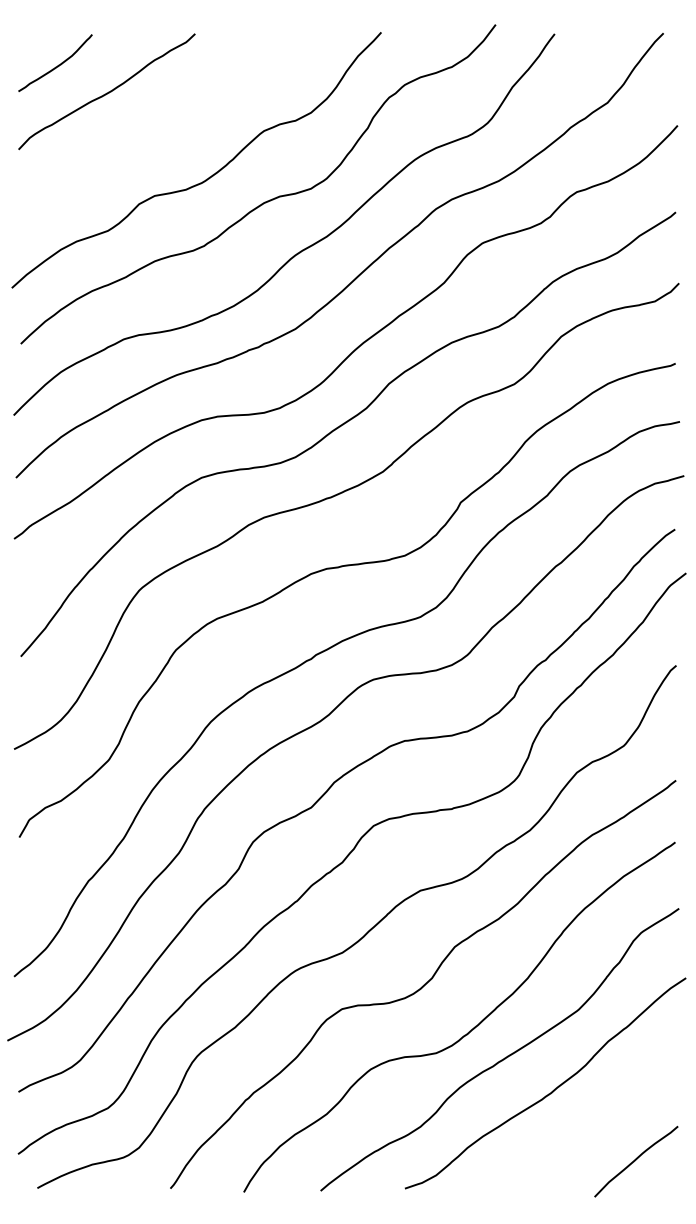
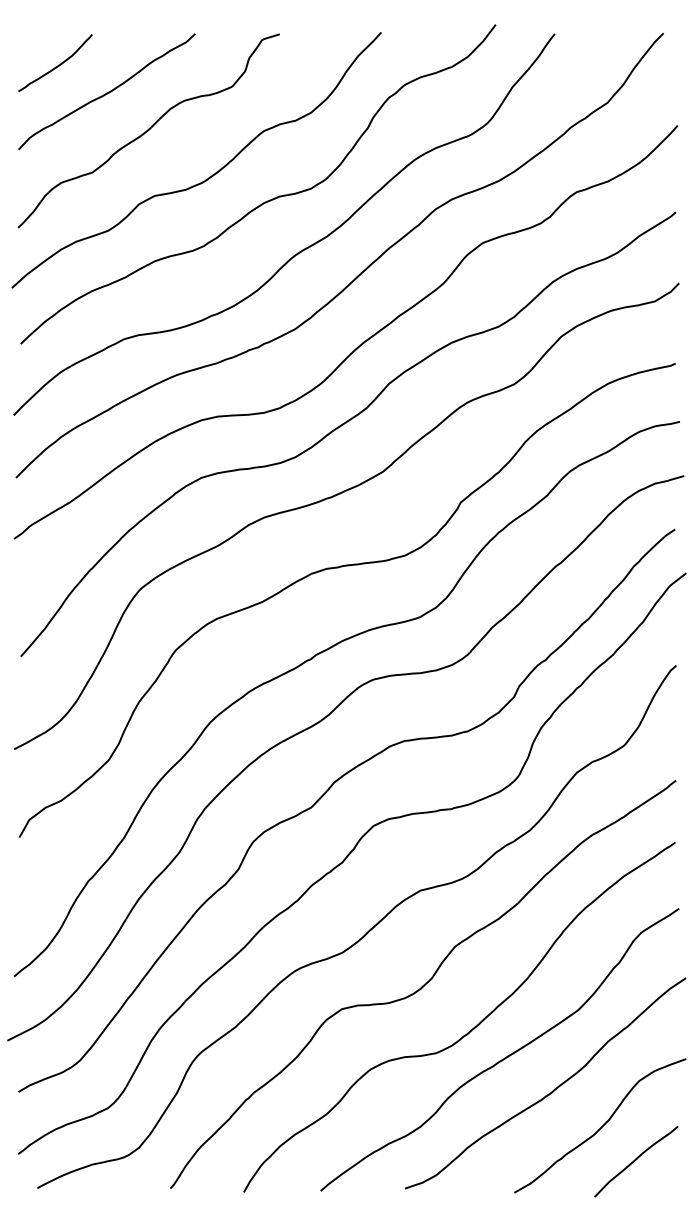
curve at (148, 130): none -> present
curve at (601, 1126): none -> present
